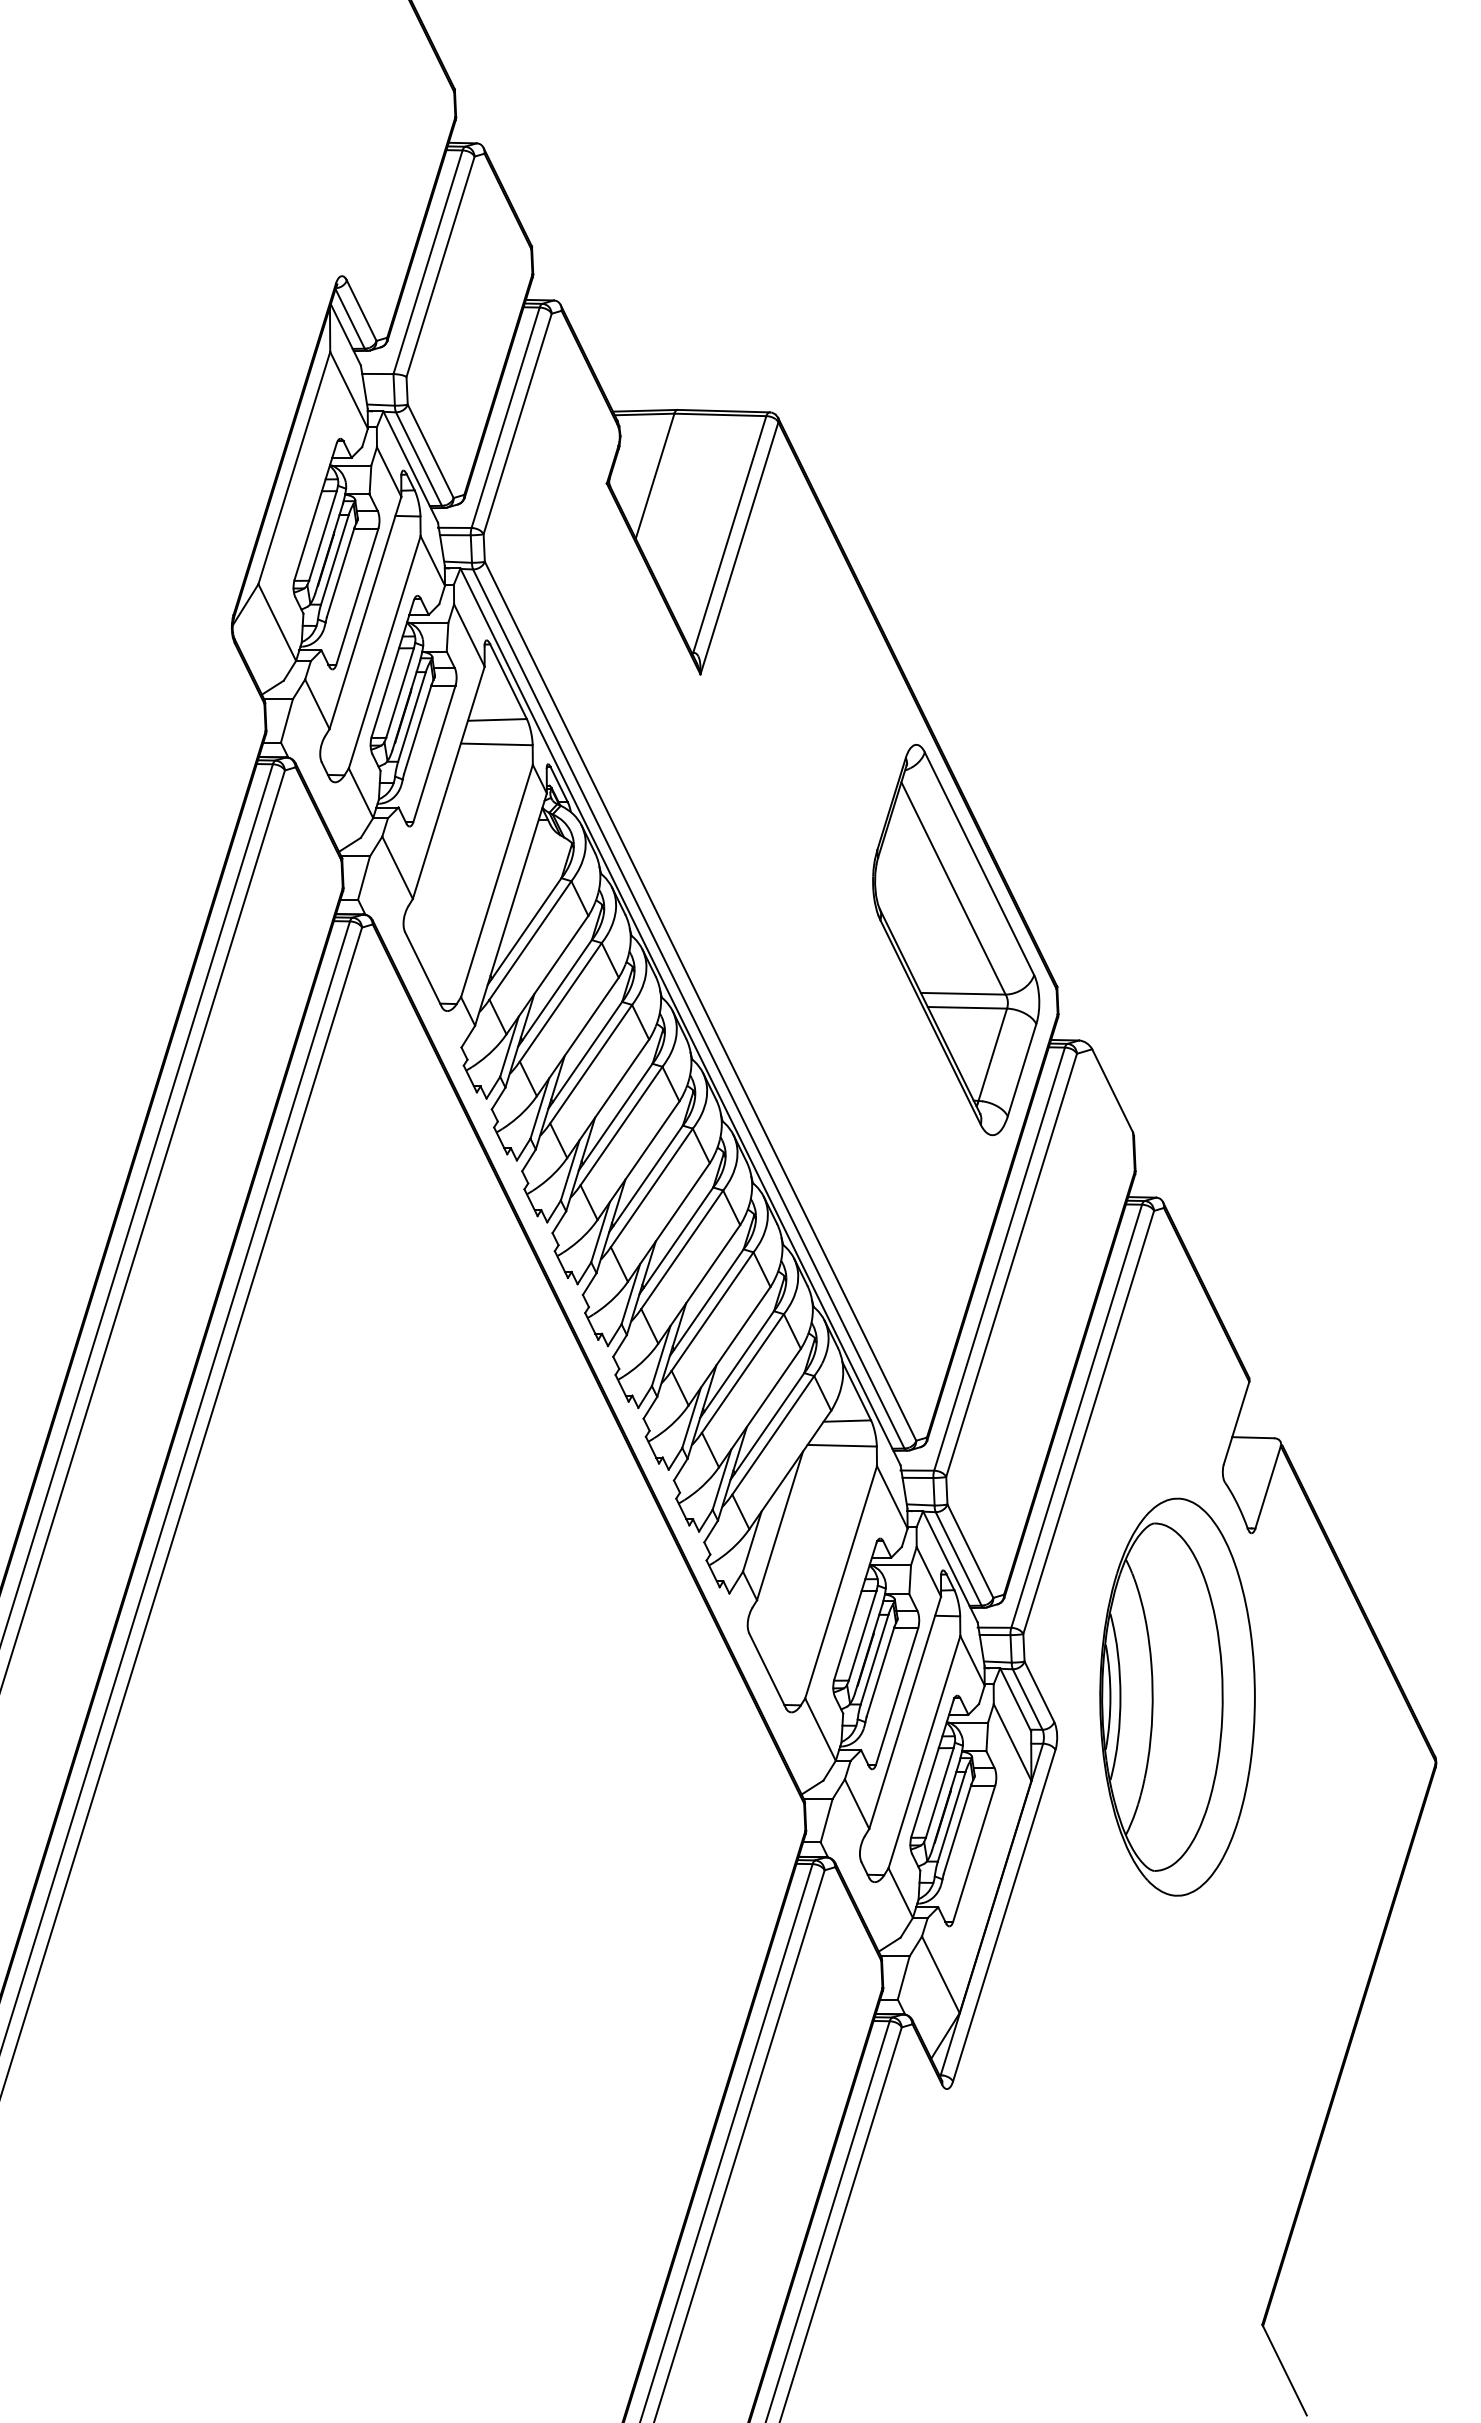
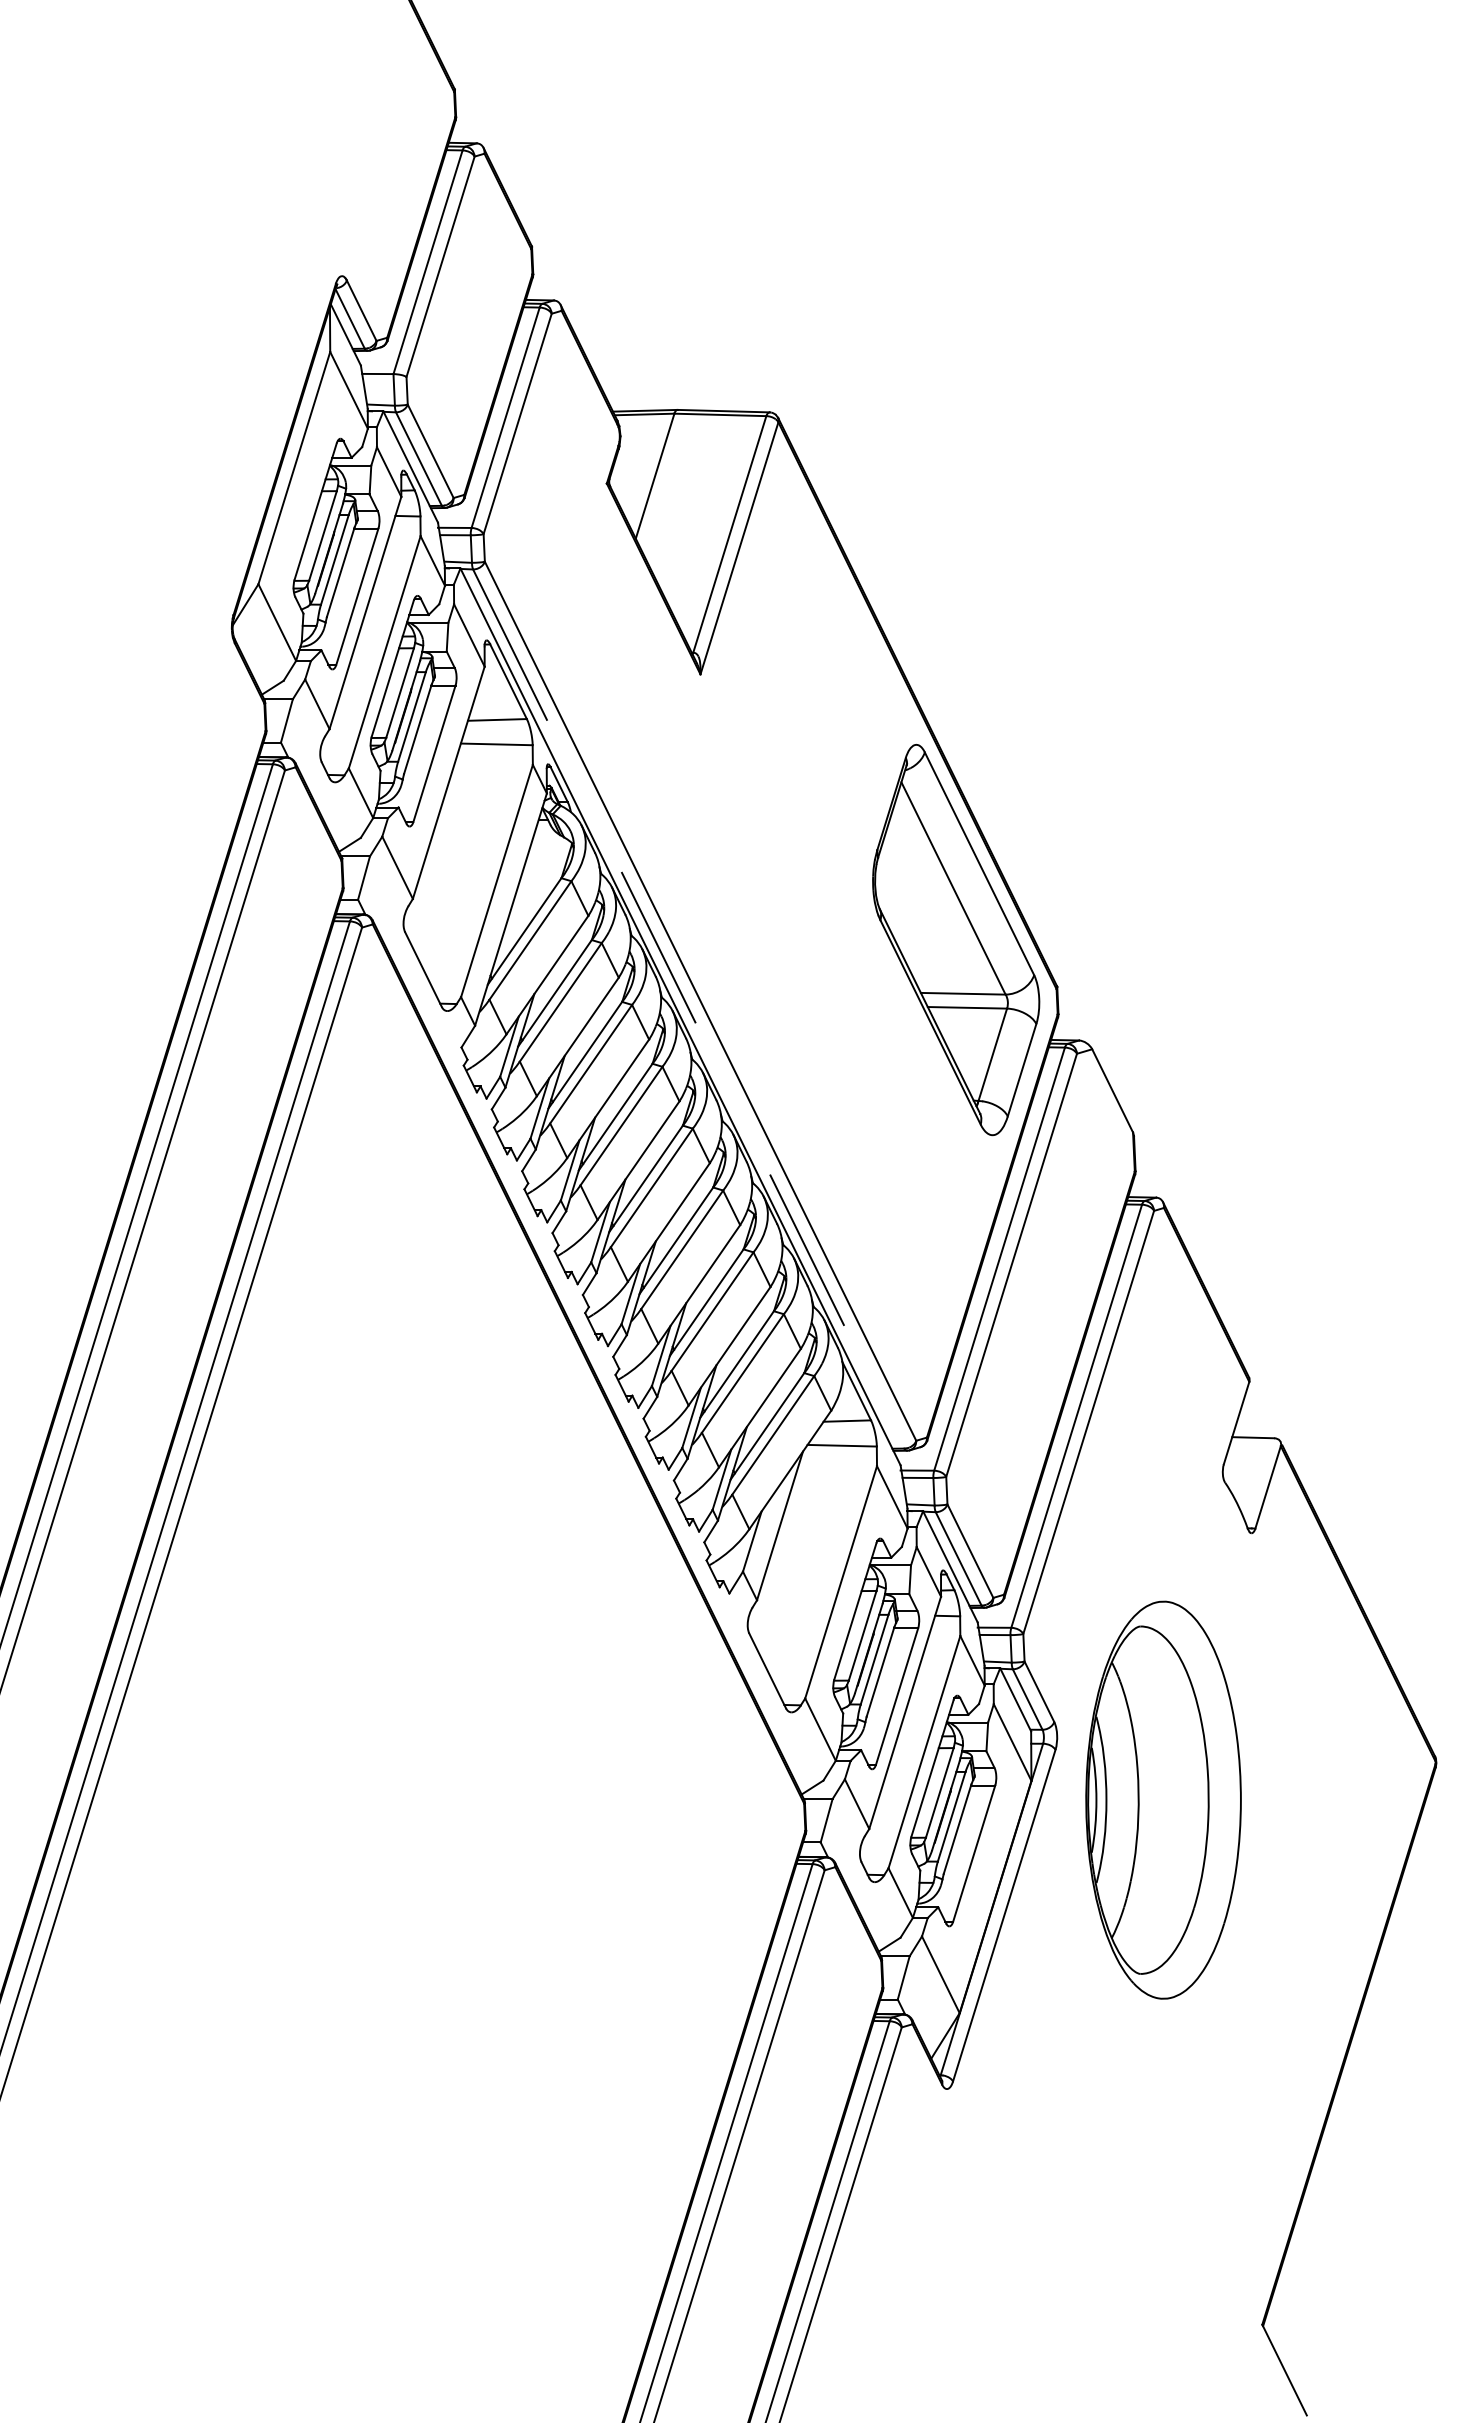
line at (688, 1009): solid -> dashed
part at (1177, 1696) position: (1177, 1696) -> (1163, 1799)
